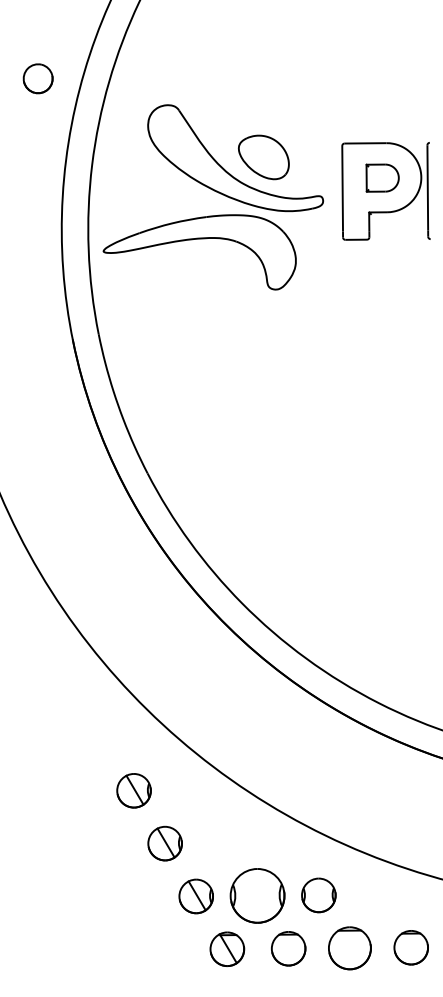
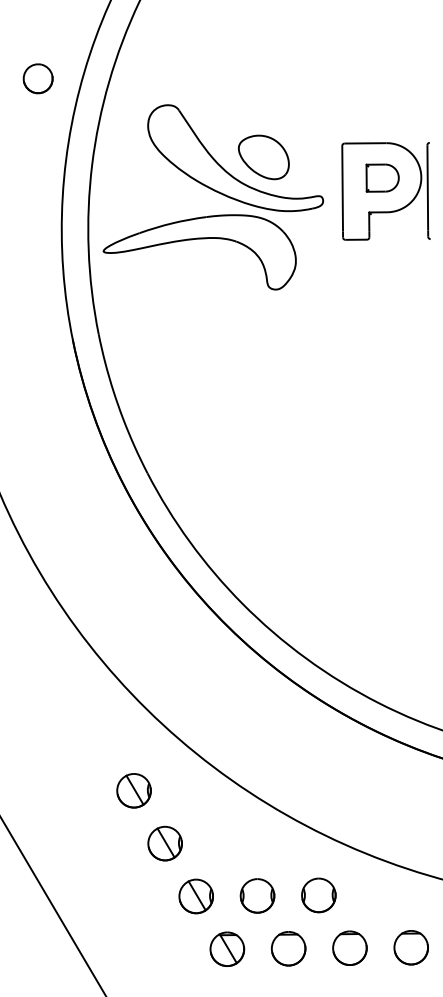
part at (257, 895) size: 57x56 px -> 37x36 px
line at (53, 906): none -> present
part at (349, 948) size: 44x45 px -> 36x36 px
